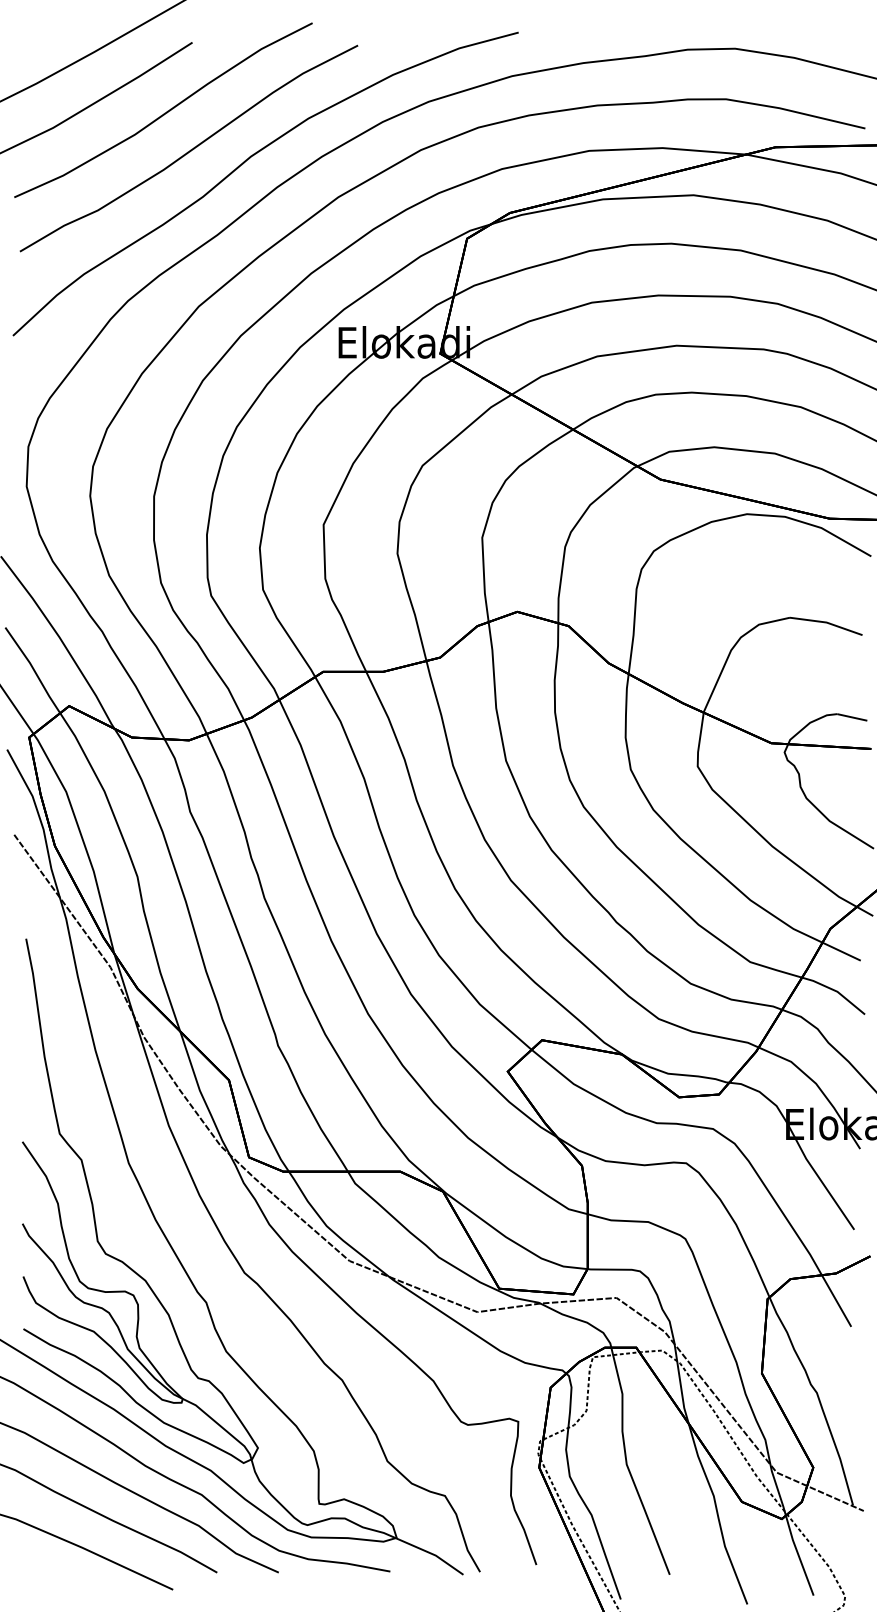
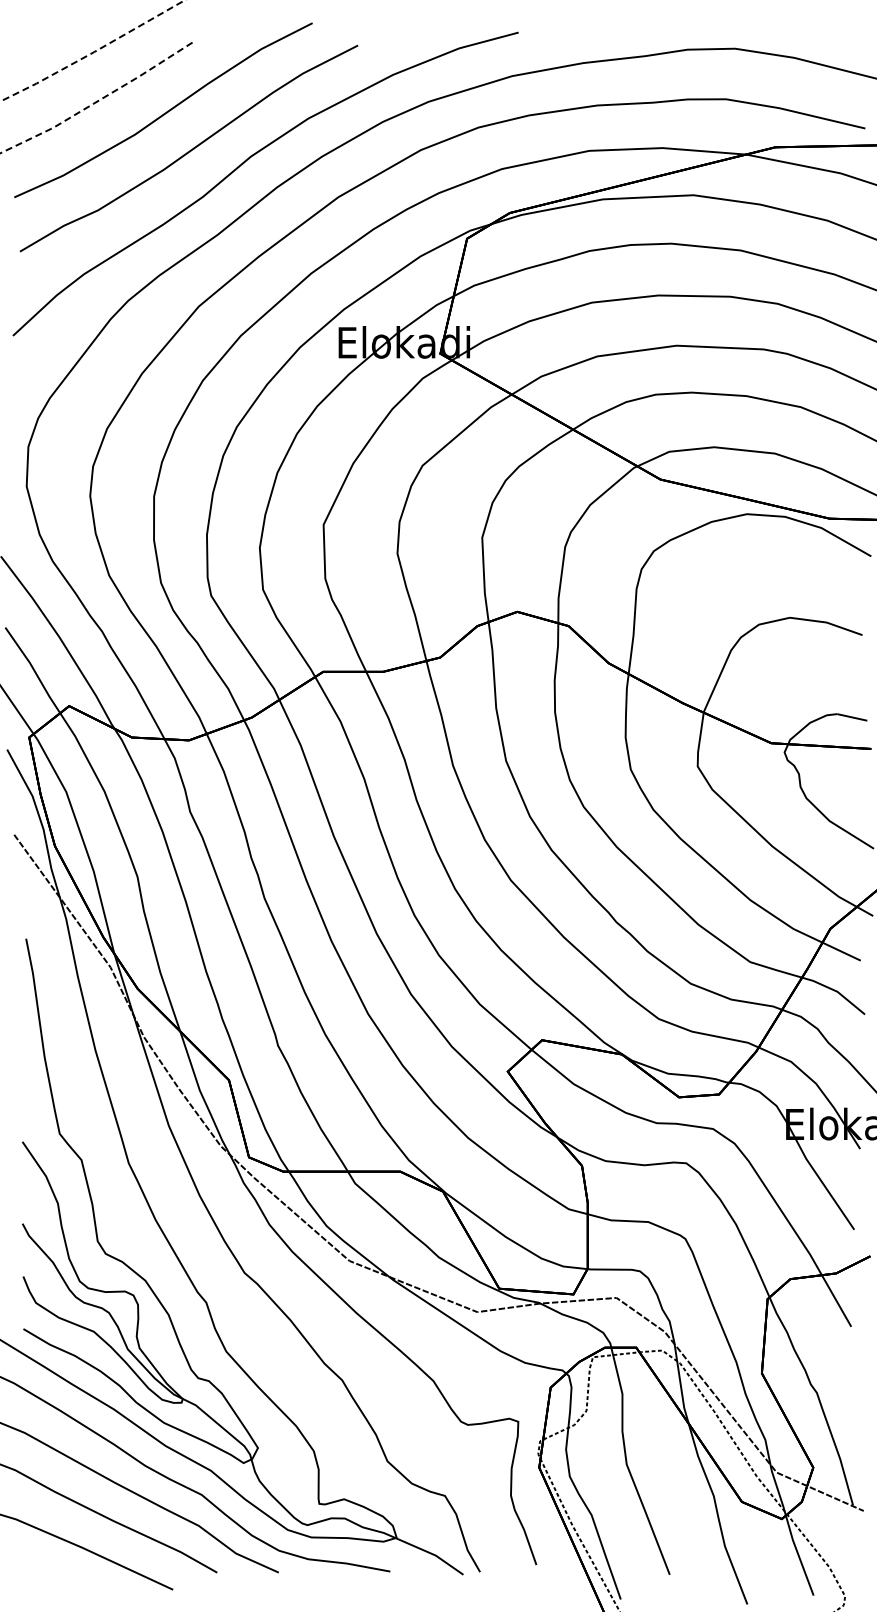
line at (93, 52): solid -> dashed
line at (98, 100): solid -> dashed
